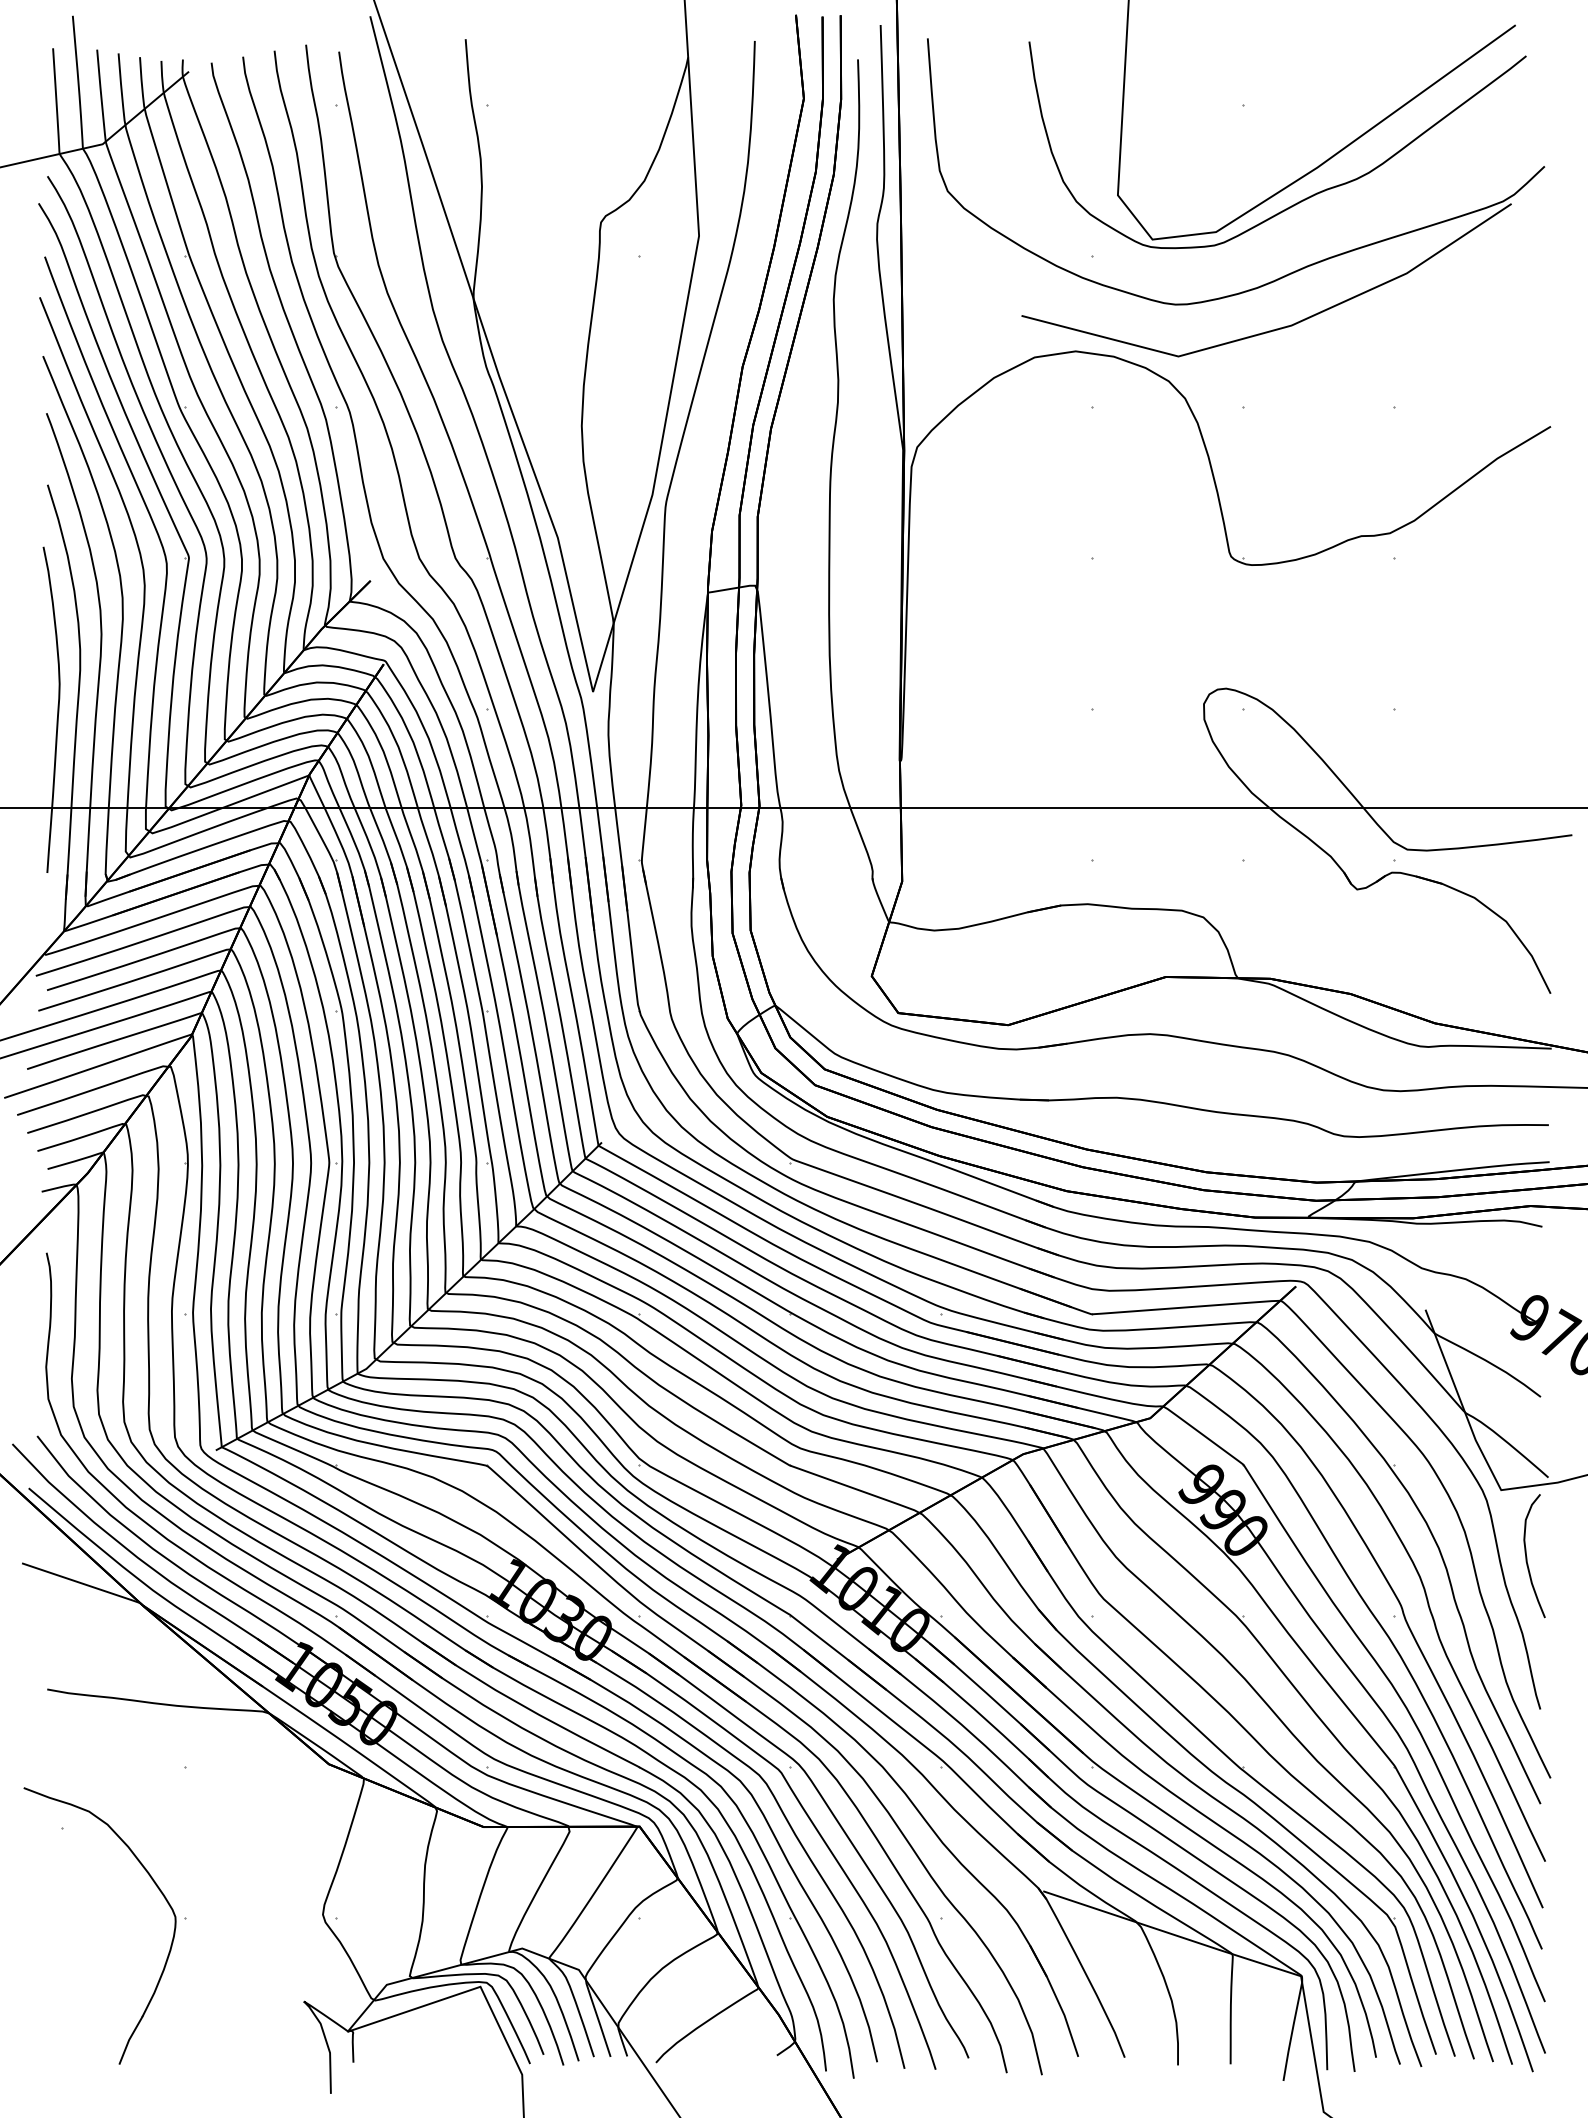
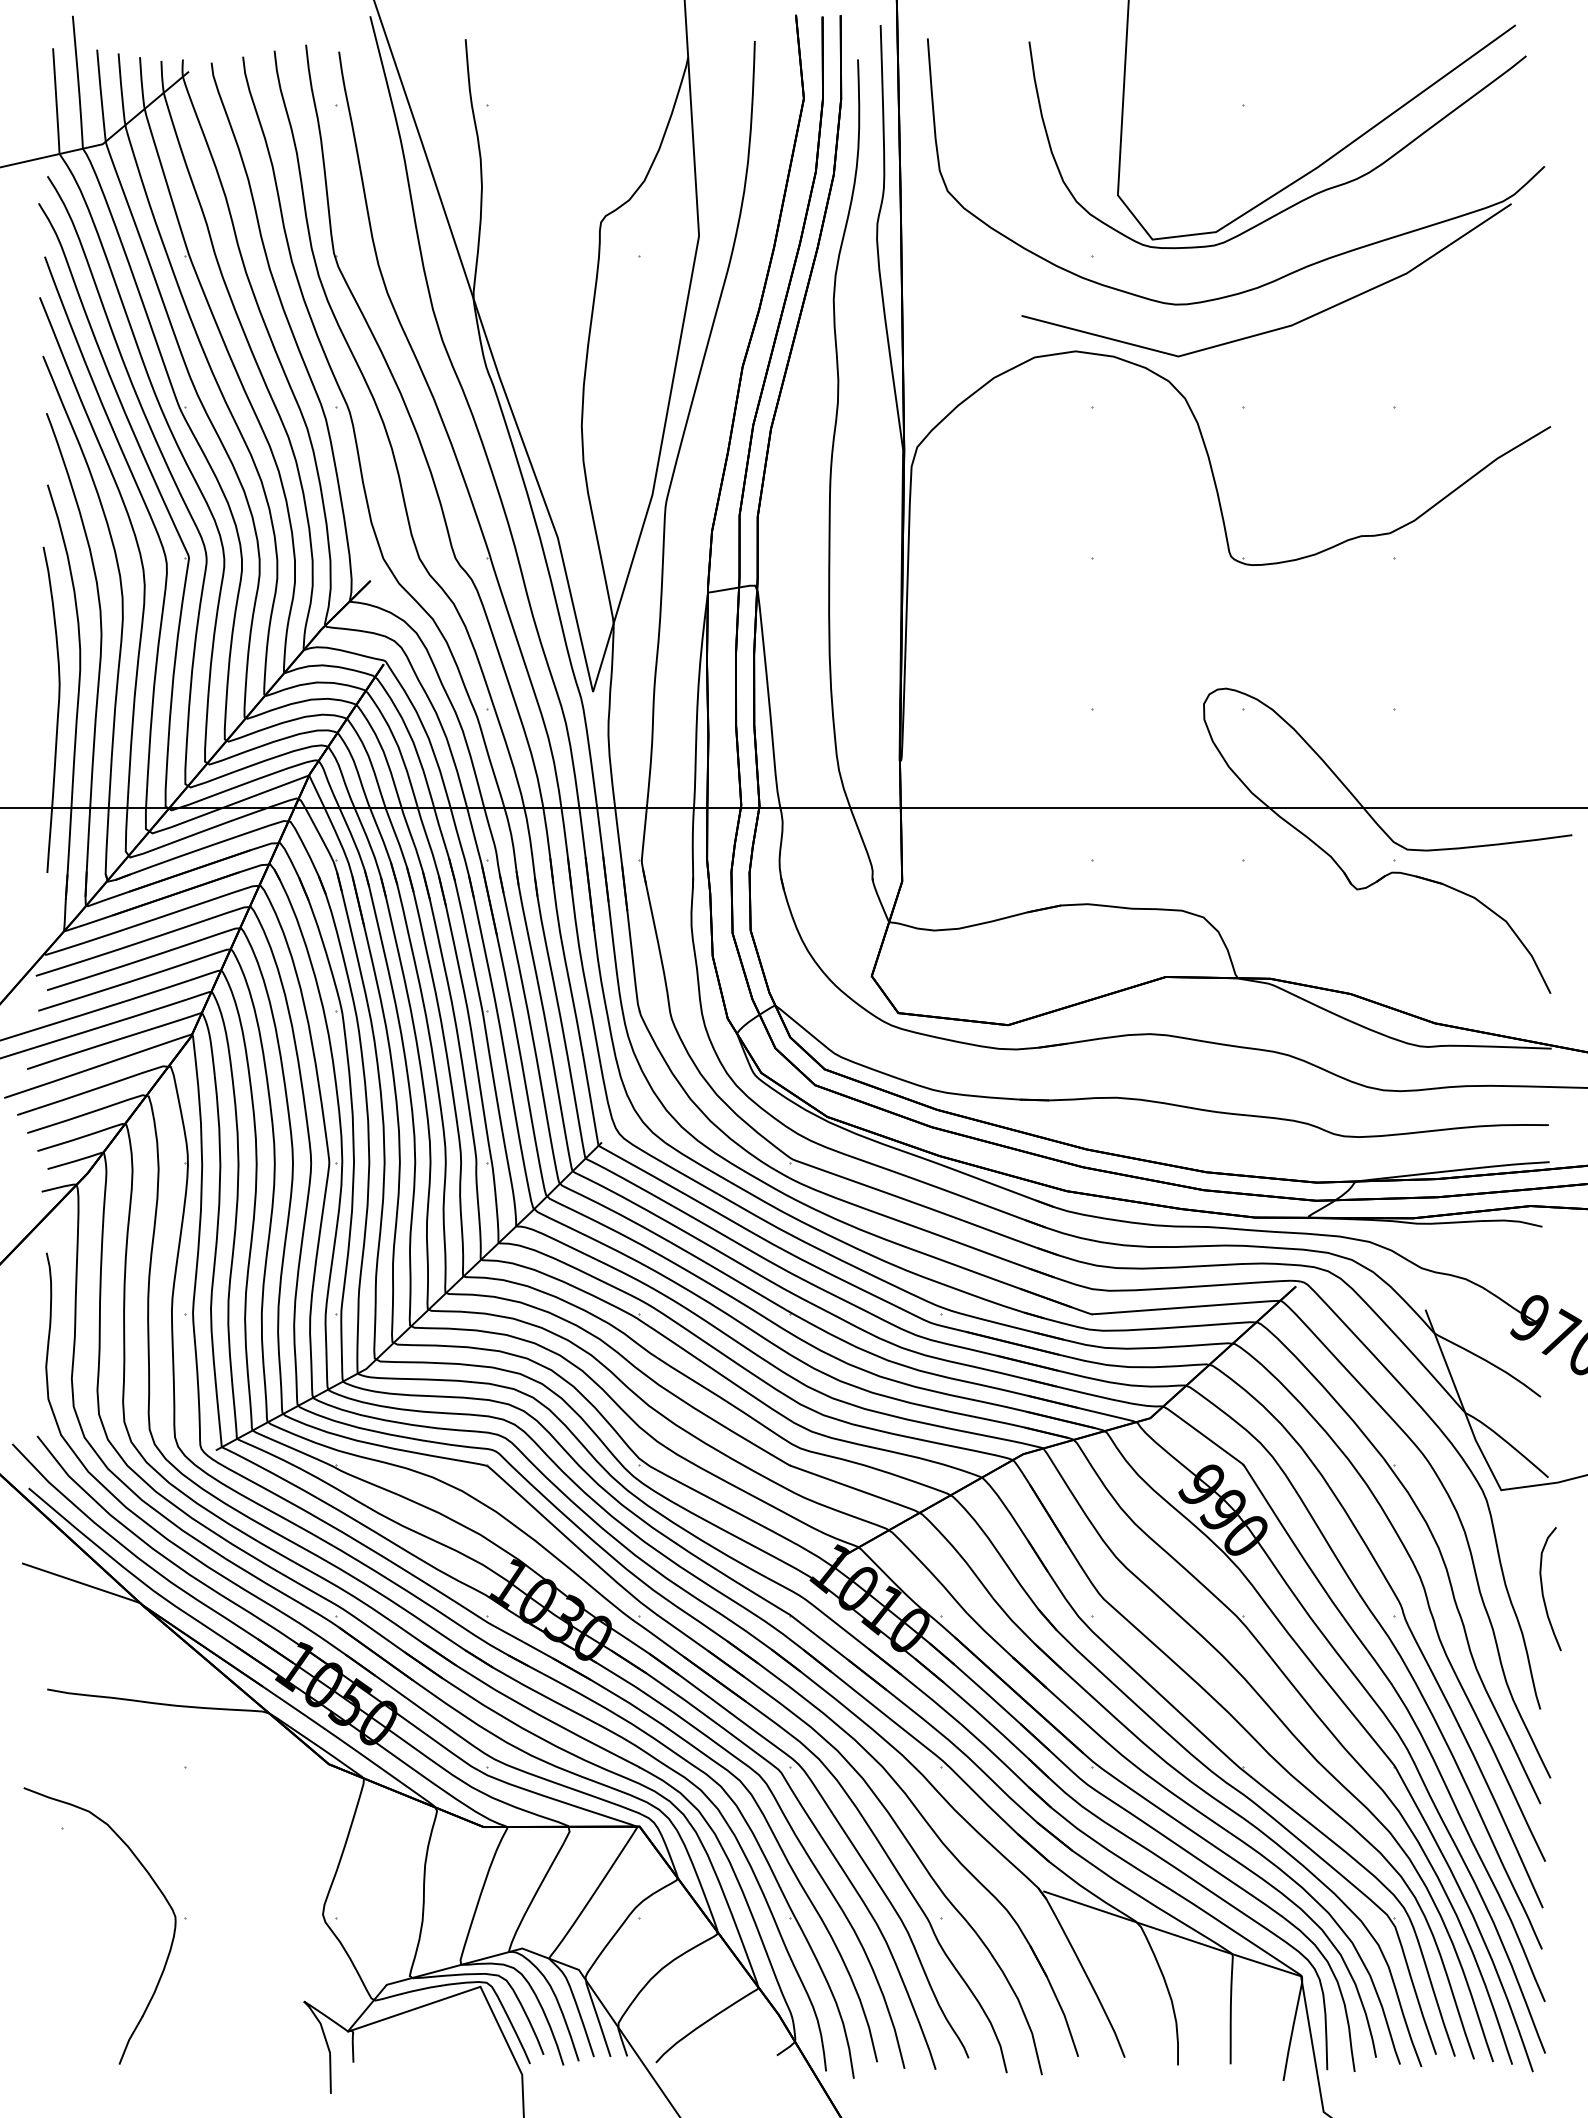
curve at (1527, 1556) position: (1527, 1556) -> (1543, 1589)
